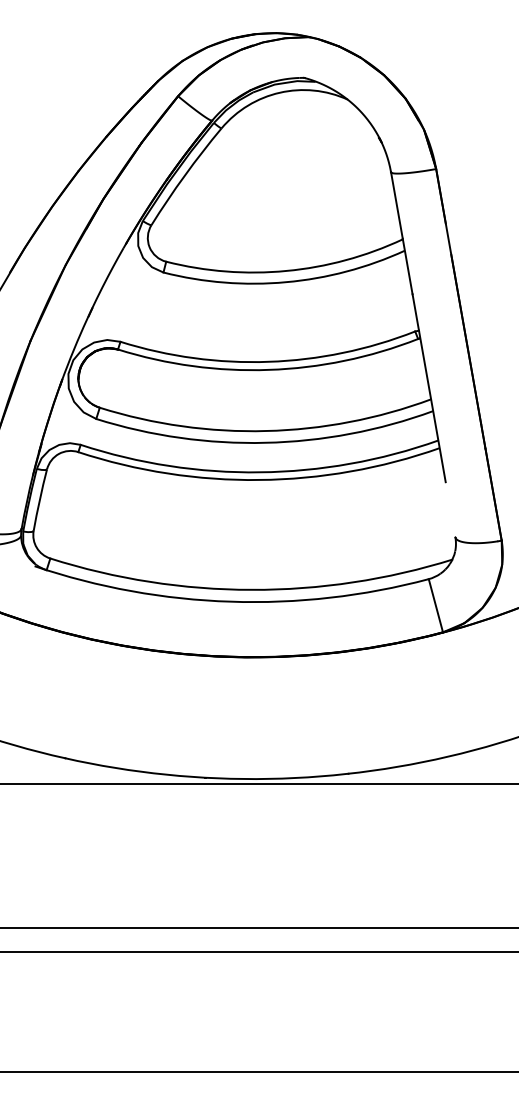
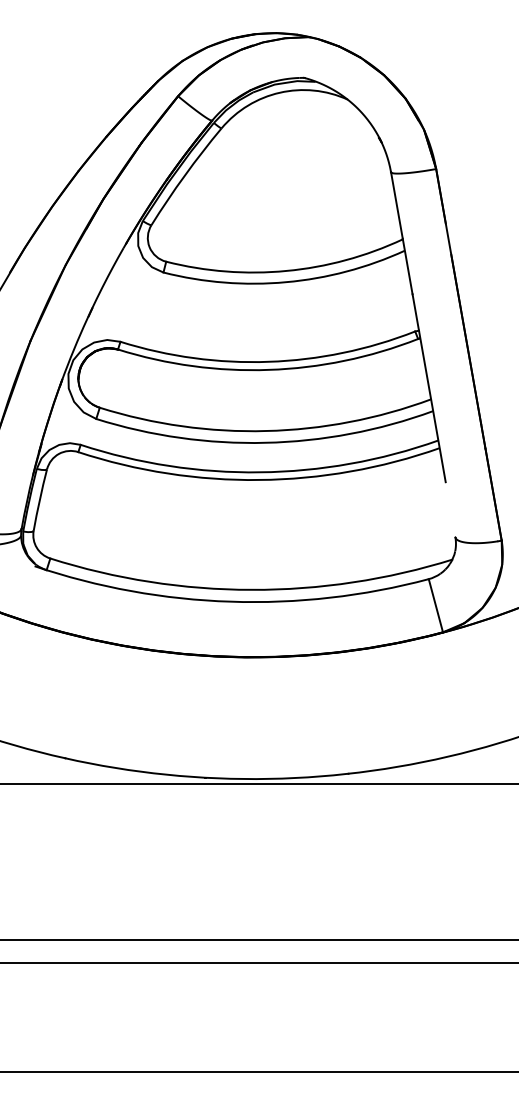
line at (258, 927) position: (258, 927) -> (258, 939)
line at (258, 951) position: (258, 951) -> (258, 962)
